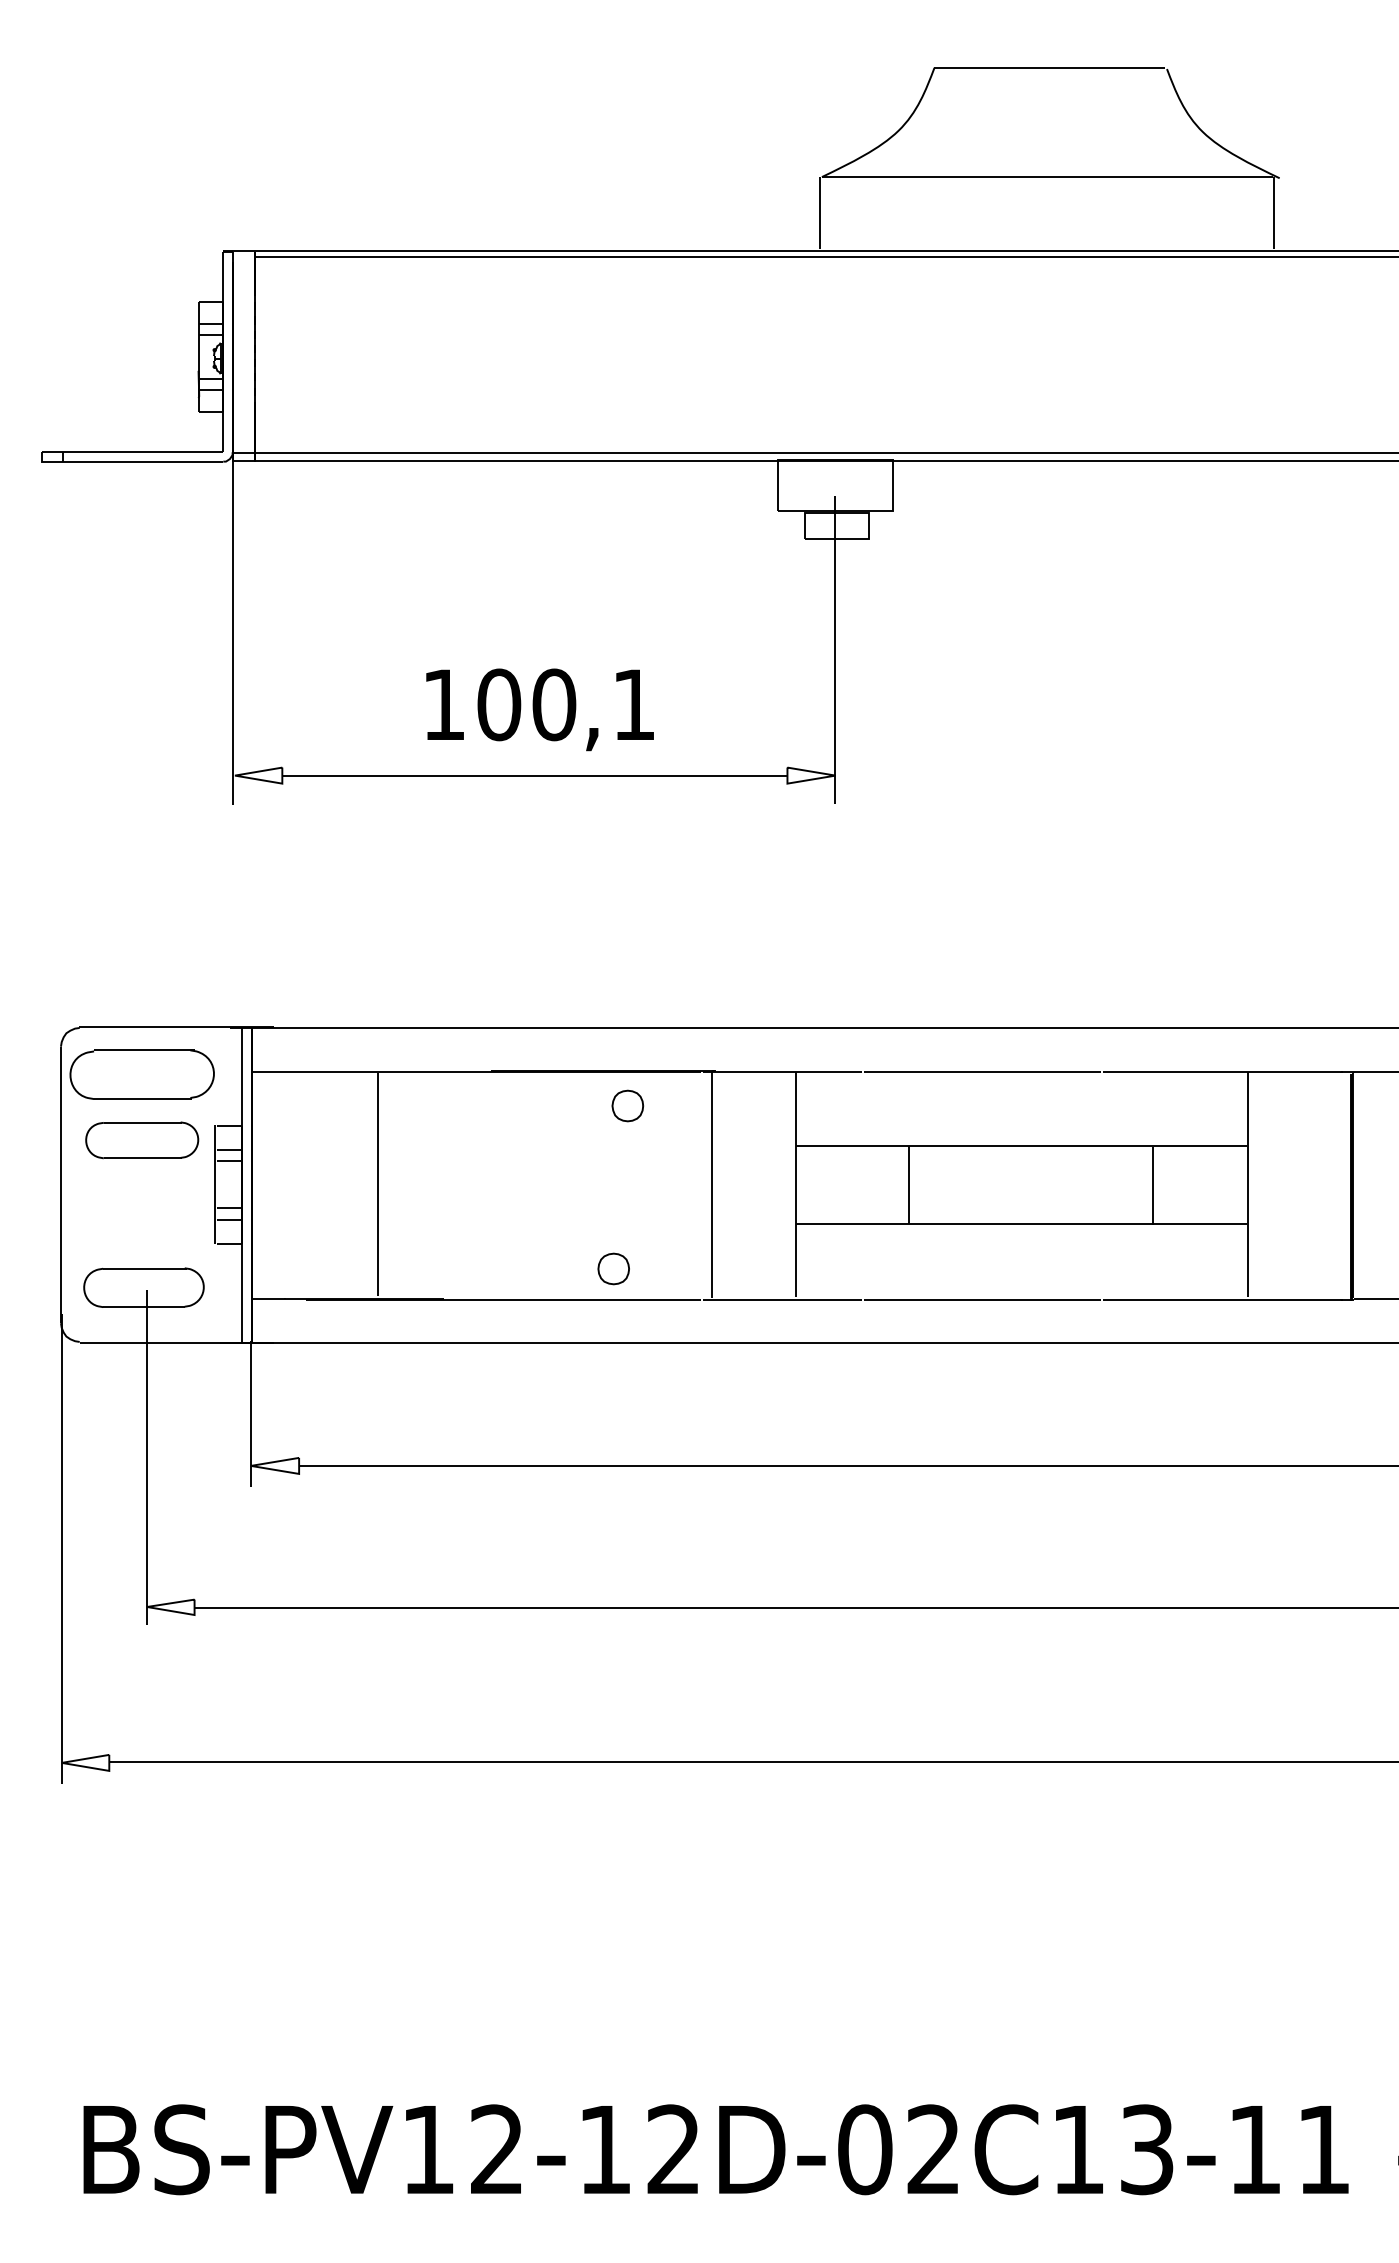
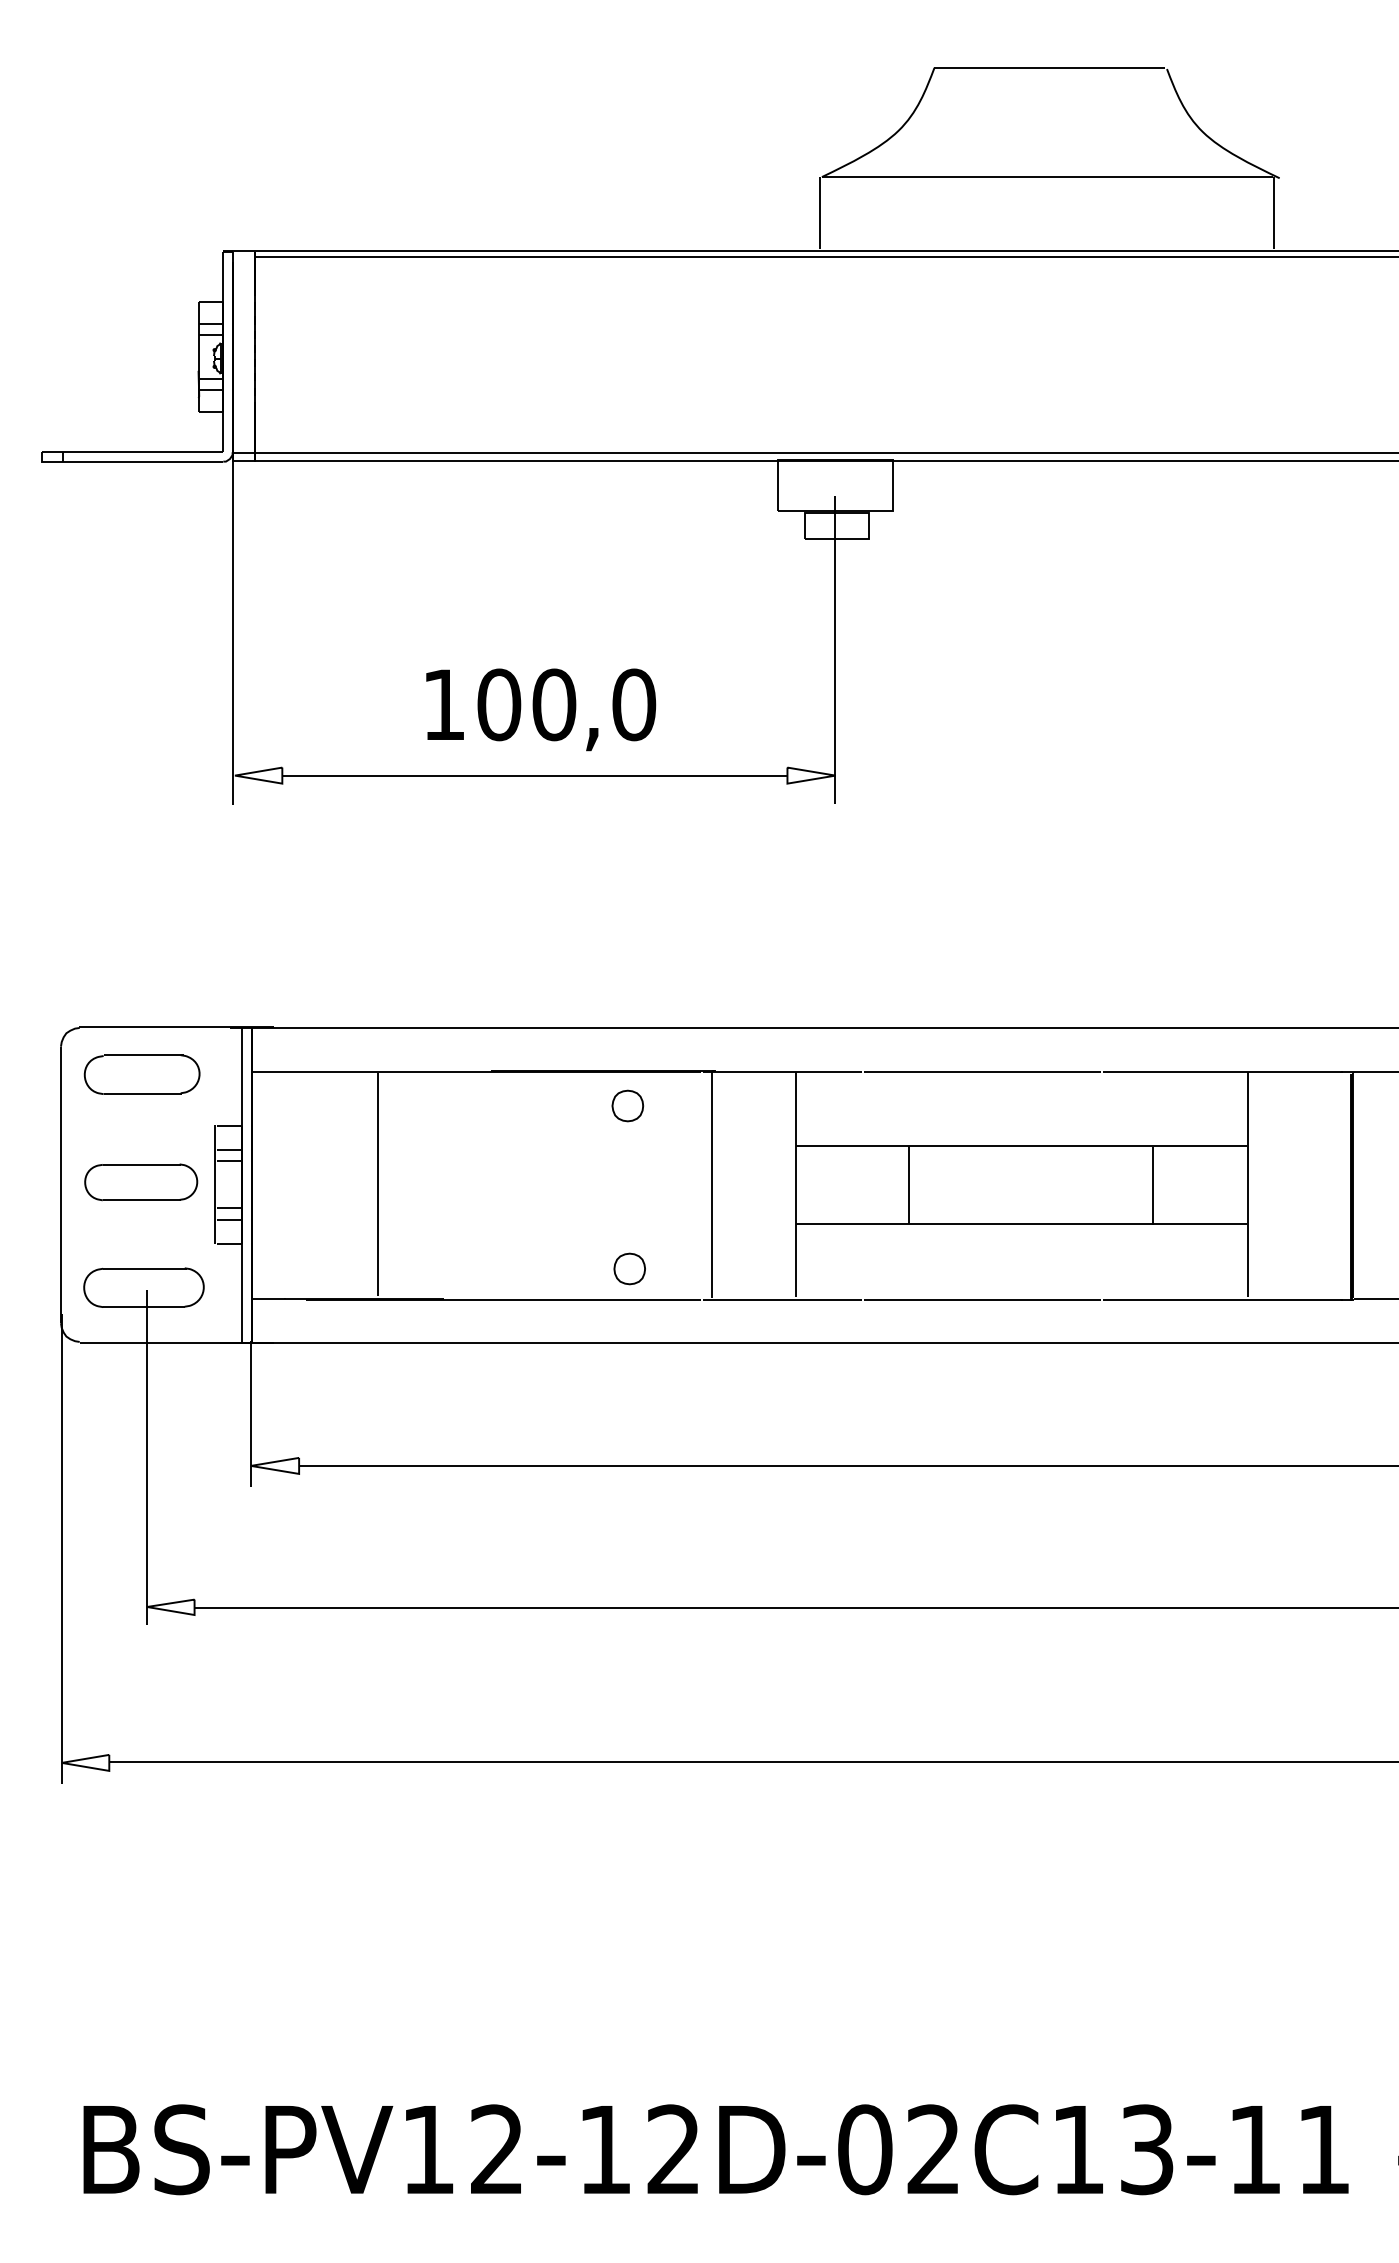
text at (634, 704): ,1 -> ,0
part at (141, 1074) size: 146x51 px -> 118x41 px
part at (142, 1140) position: (142, 1140) -> (141, 1182)
part at (613, 1268) position: (613, 1268) -> (629, 1268)
